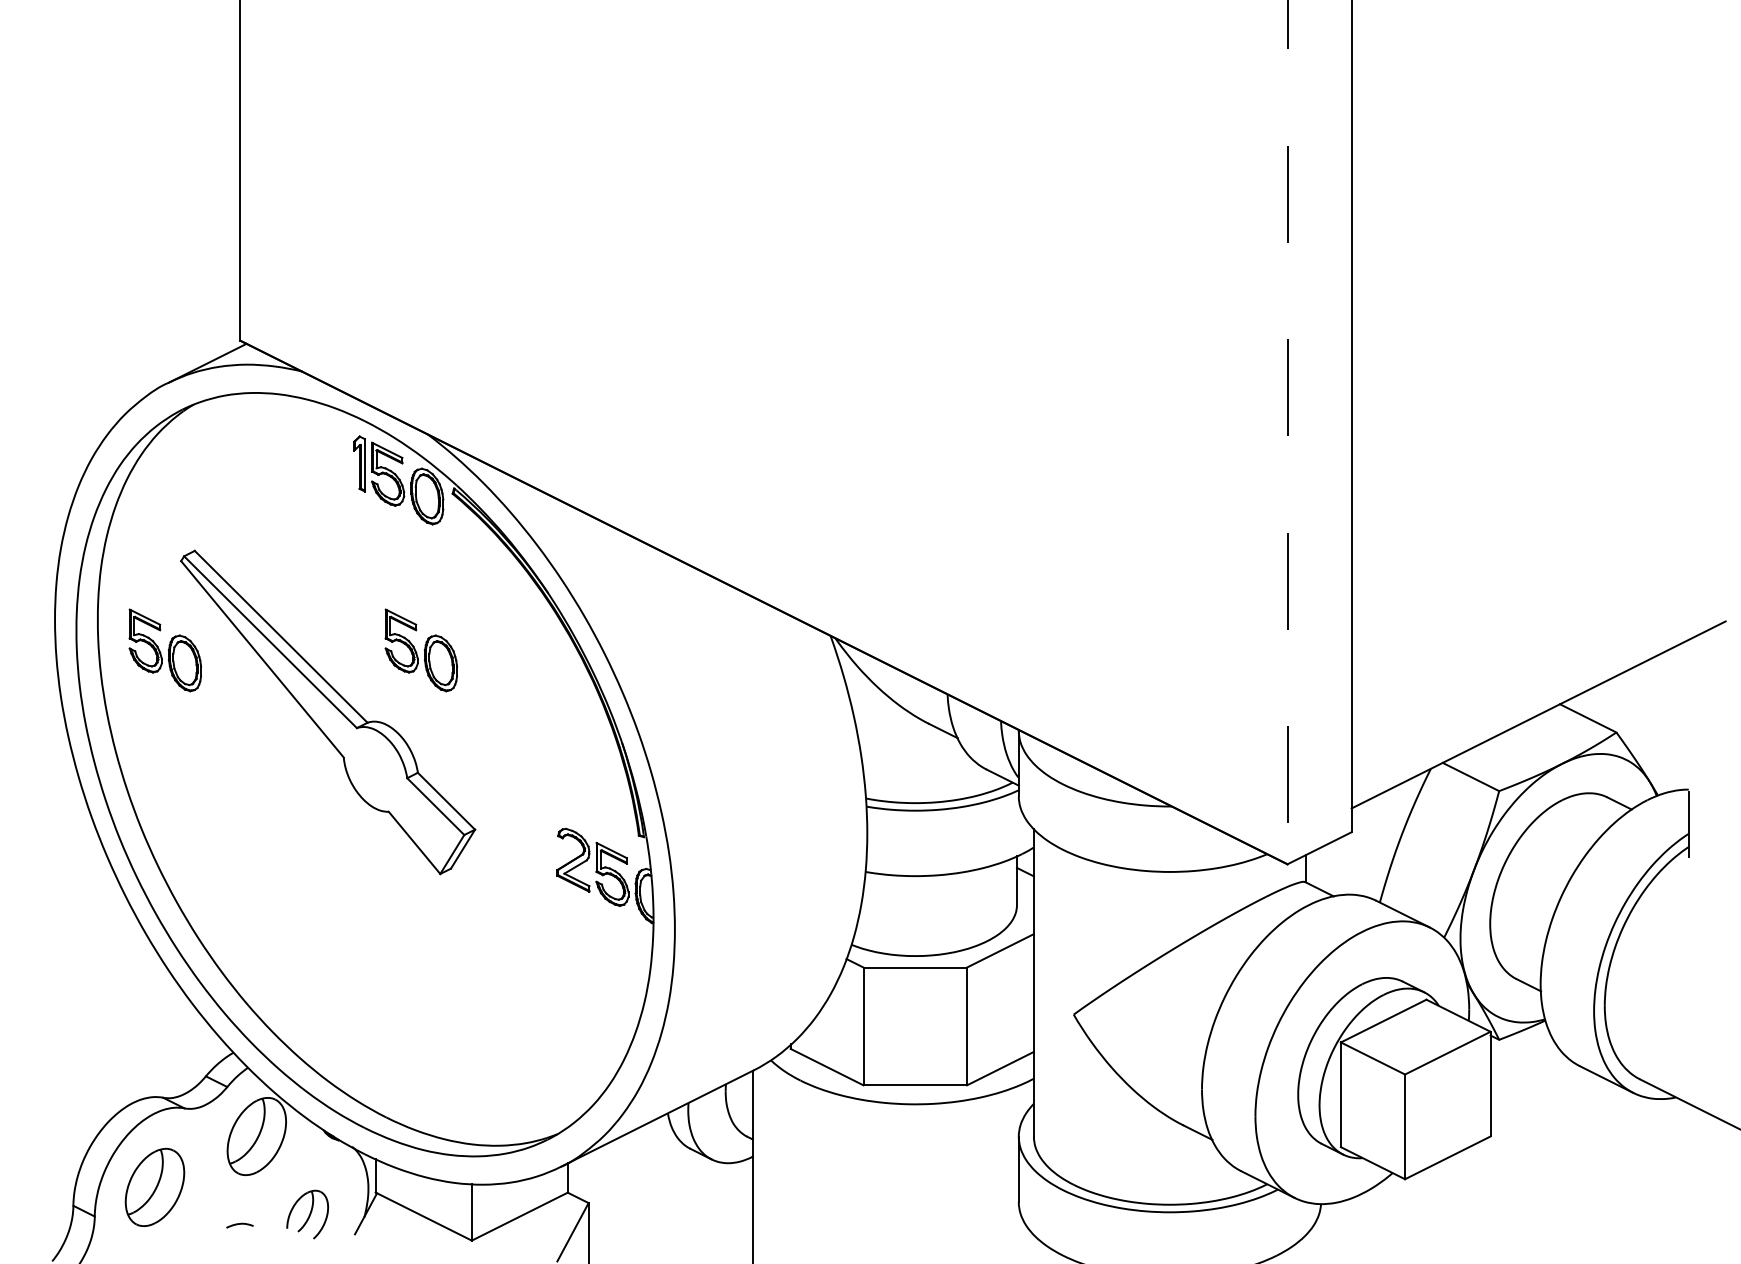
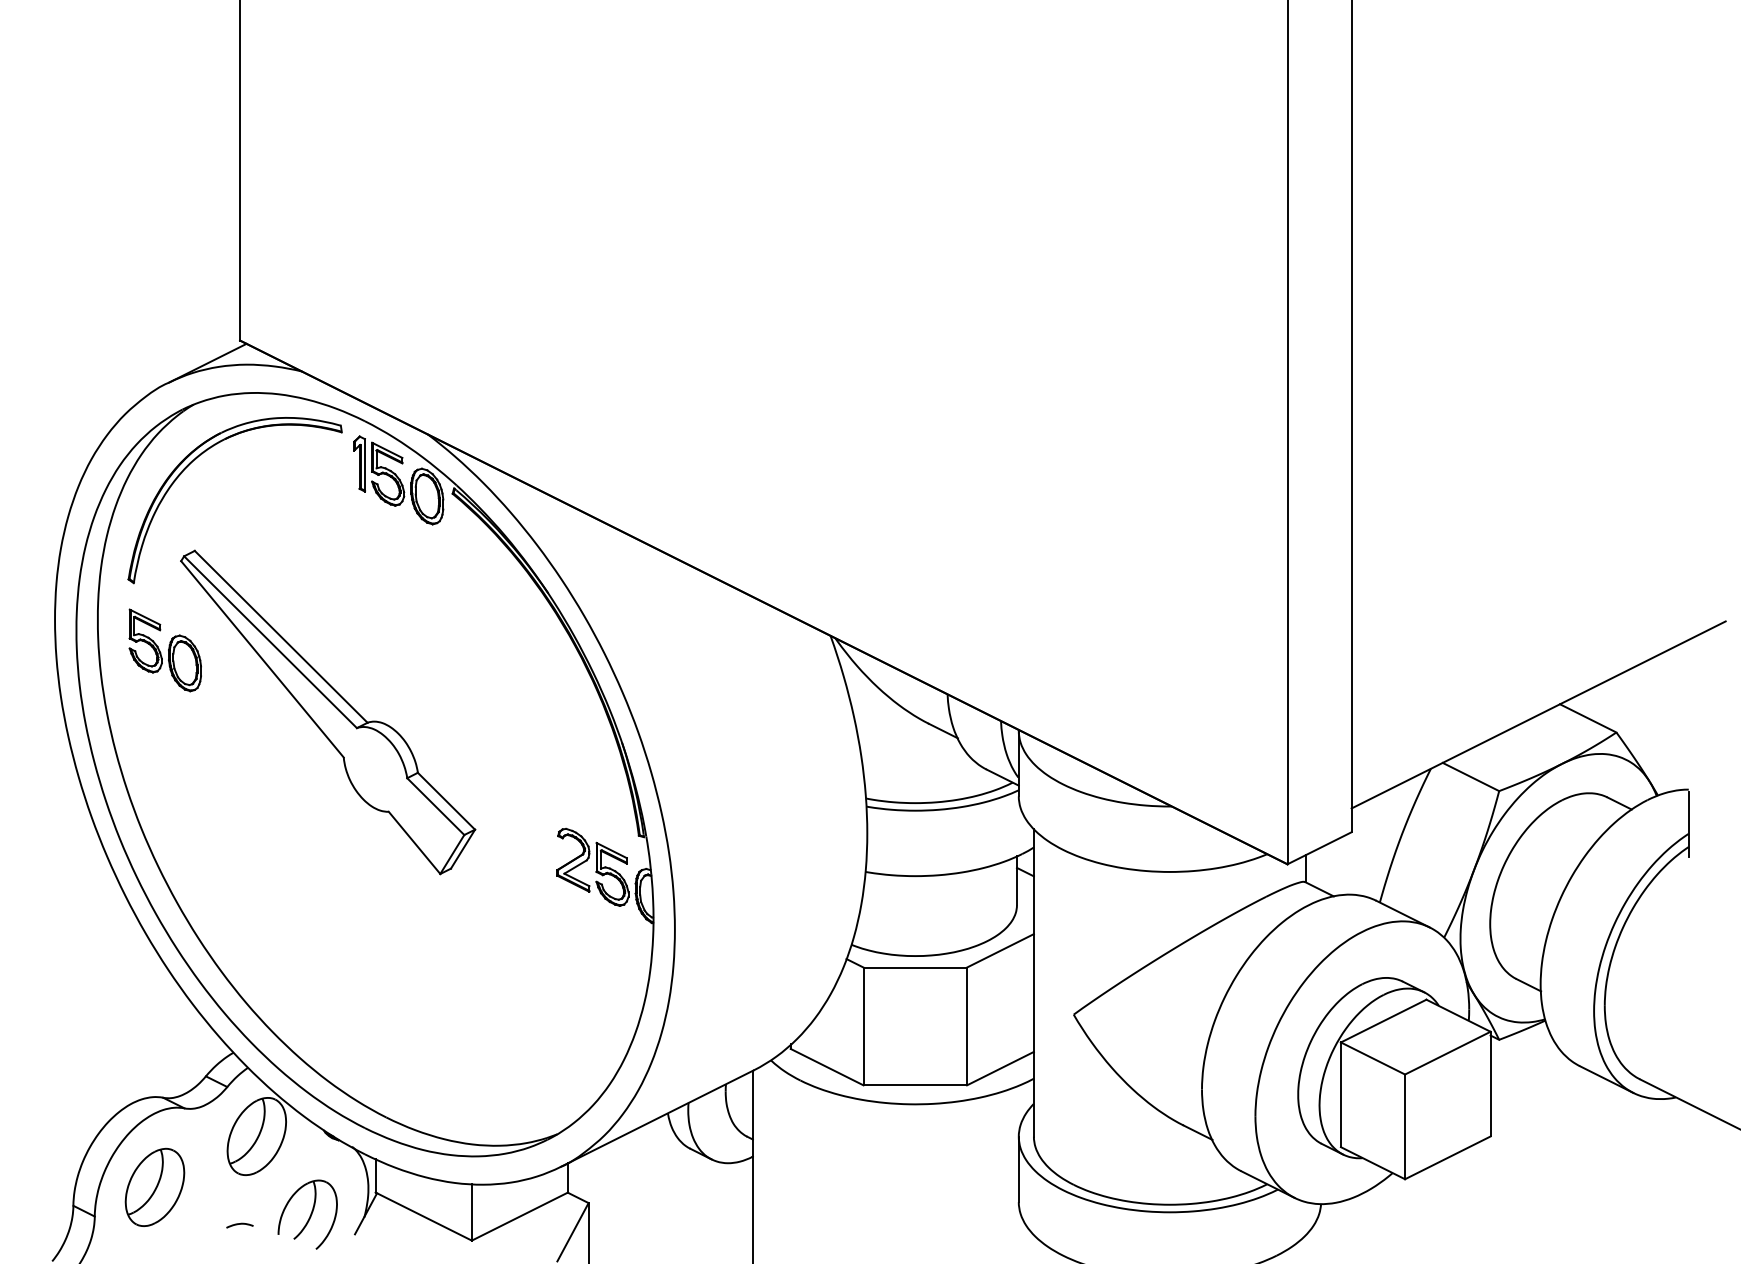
line at (1287, 432): dashed -> solid
part at (196, 459): none -> present
part at (420, 650): present -> none
part at (307, 1214) size: 44x51 px -> 61x71 px
